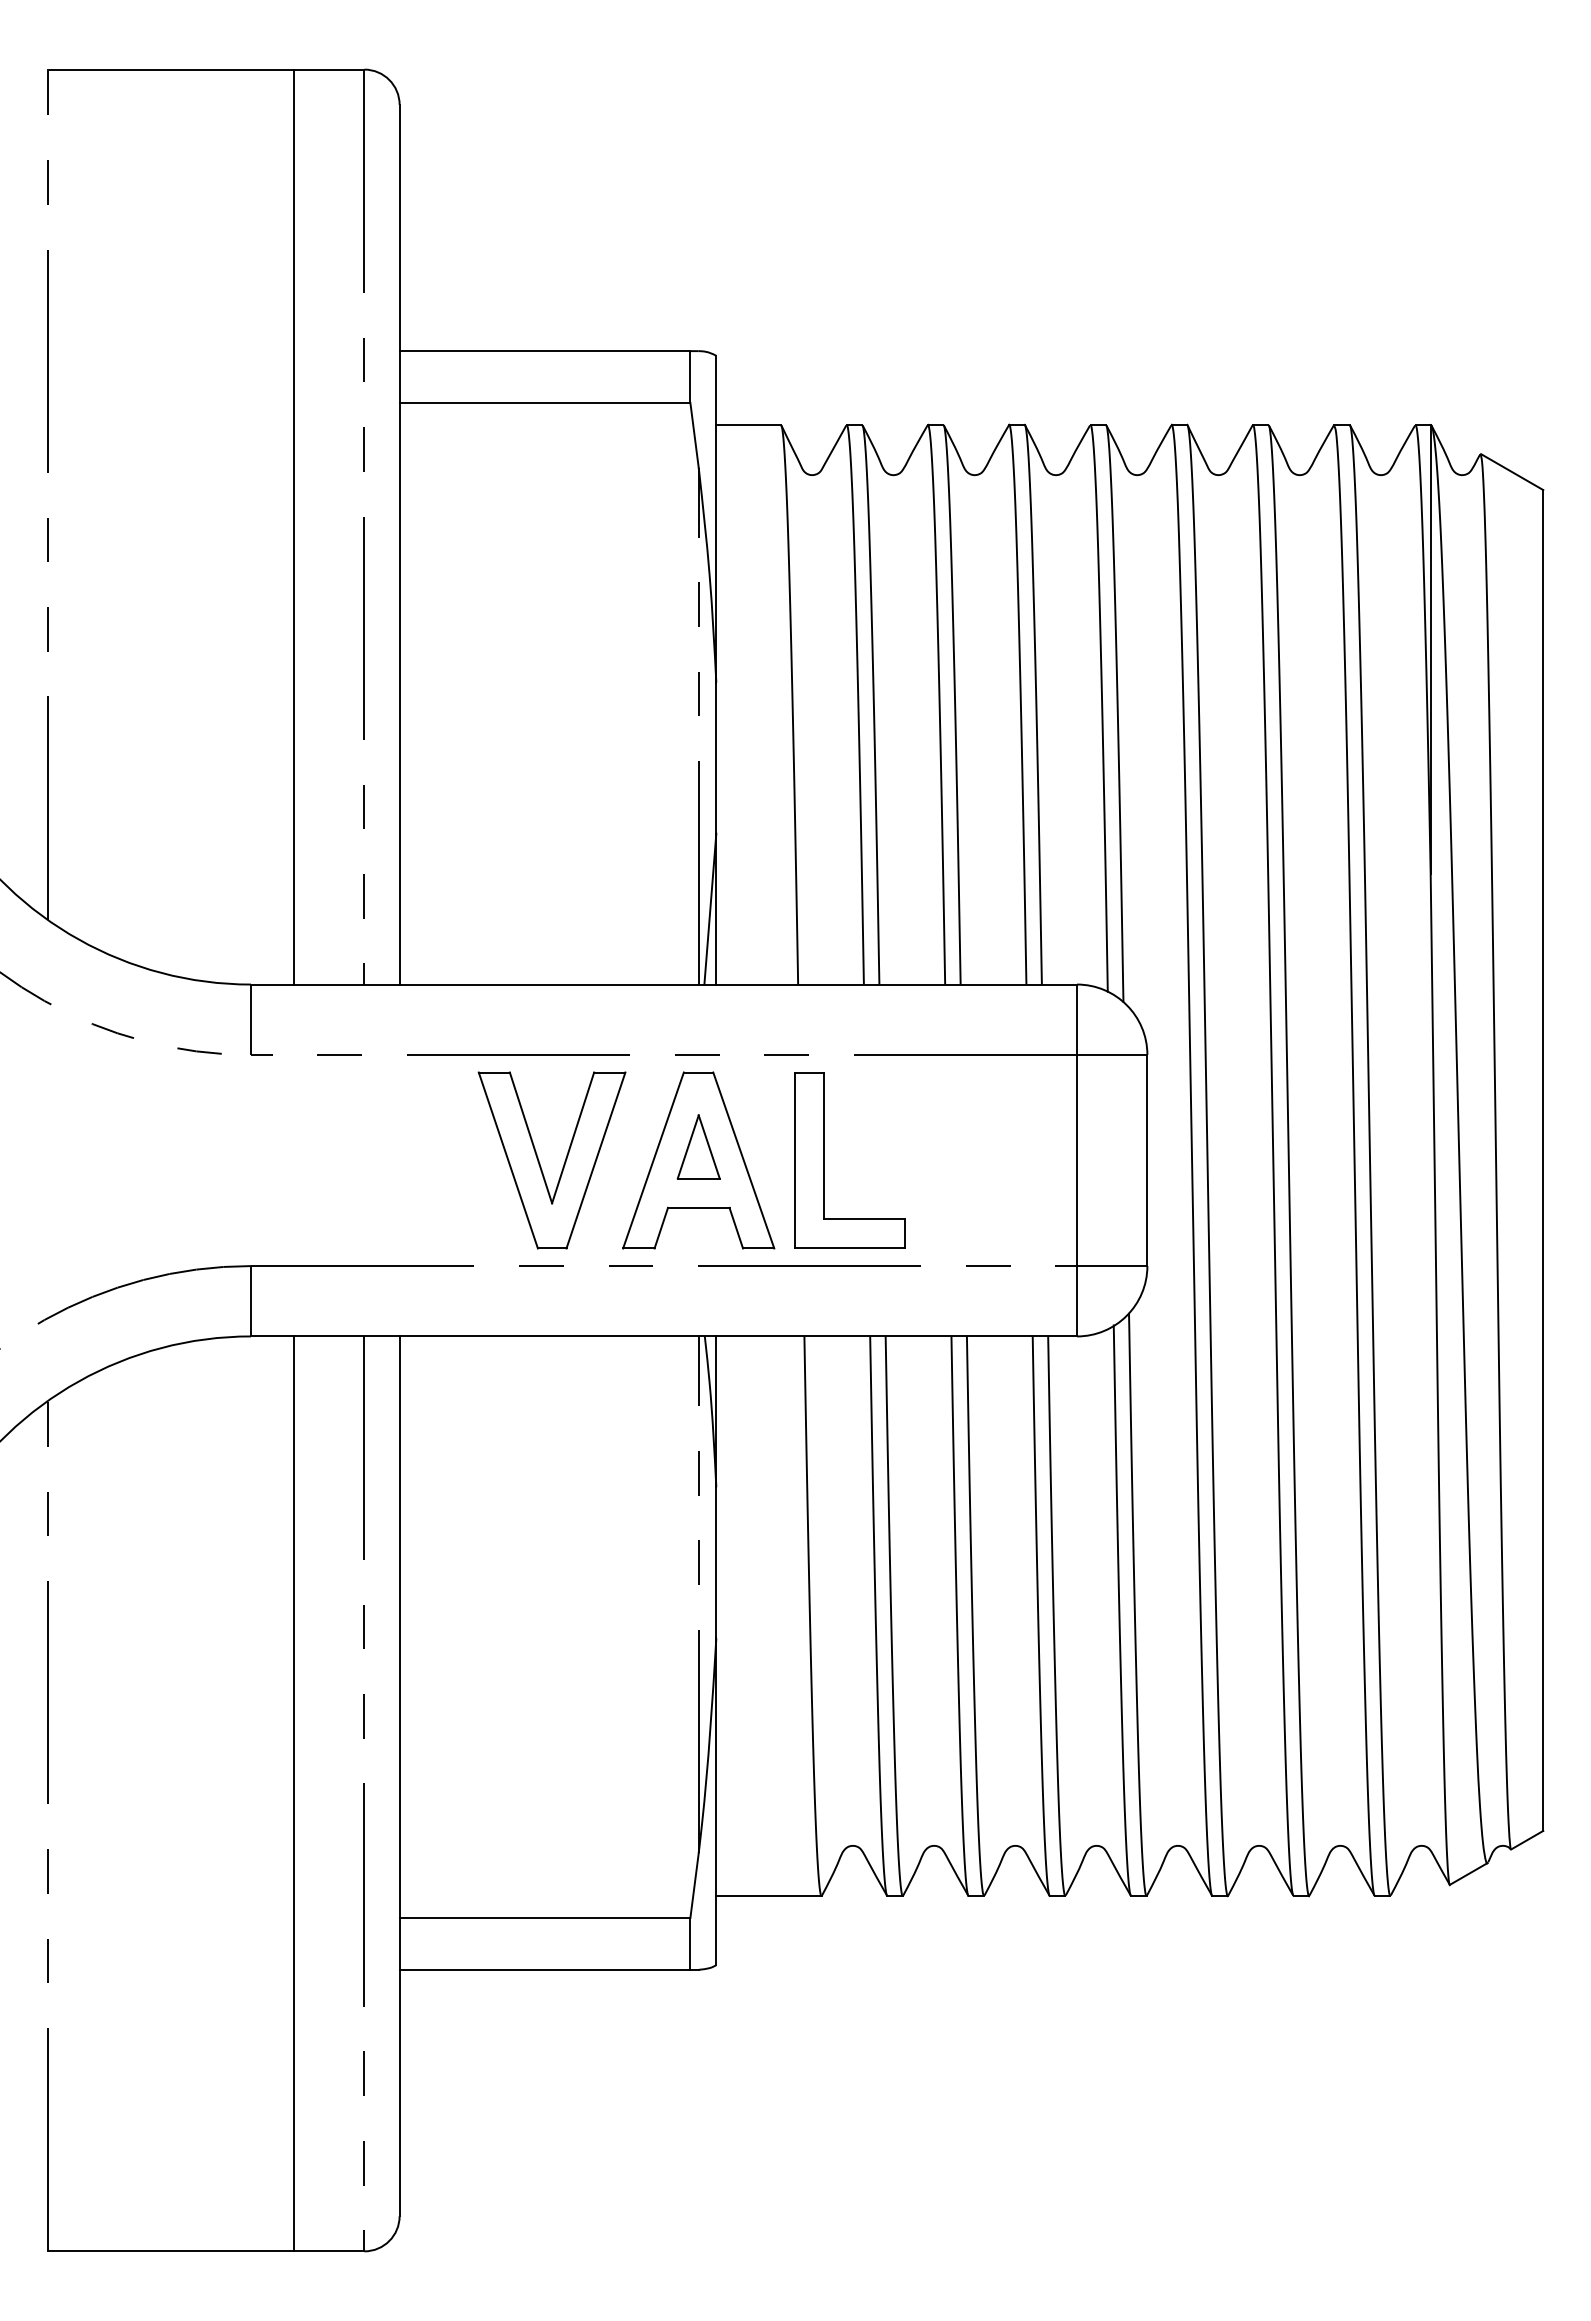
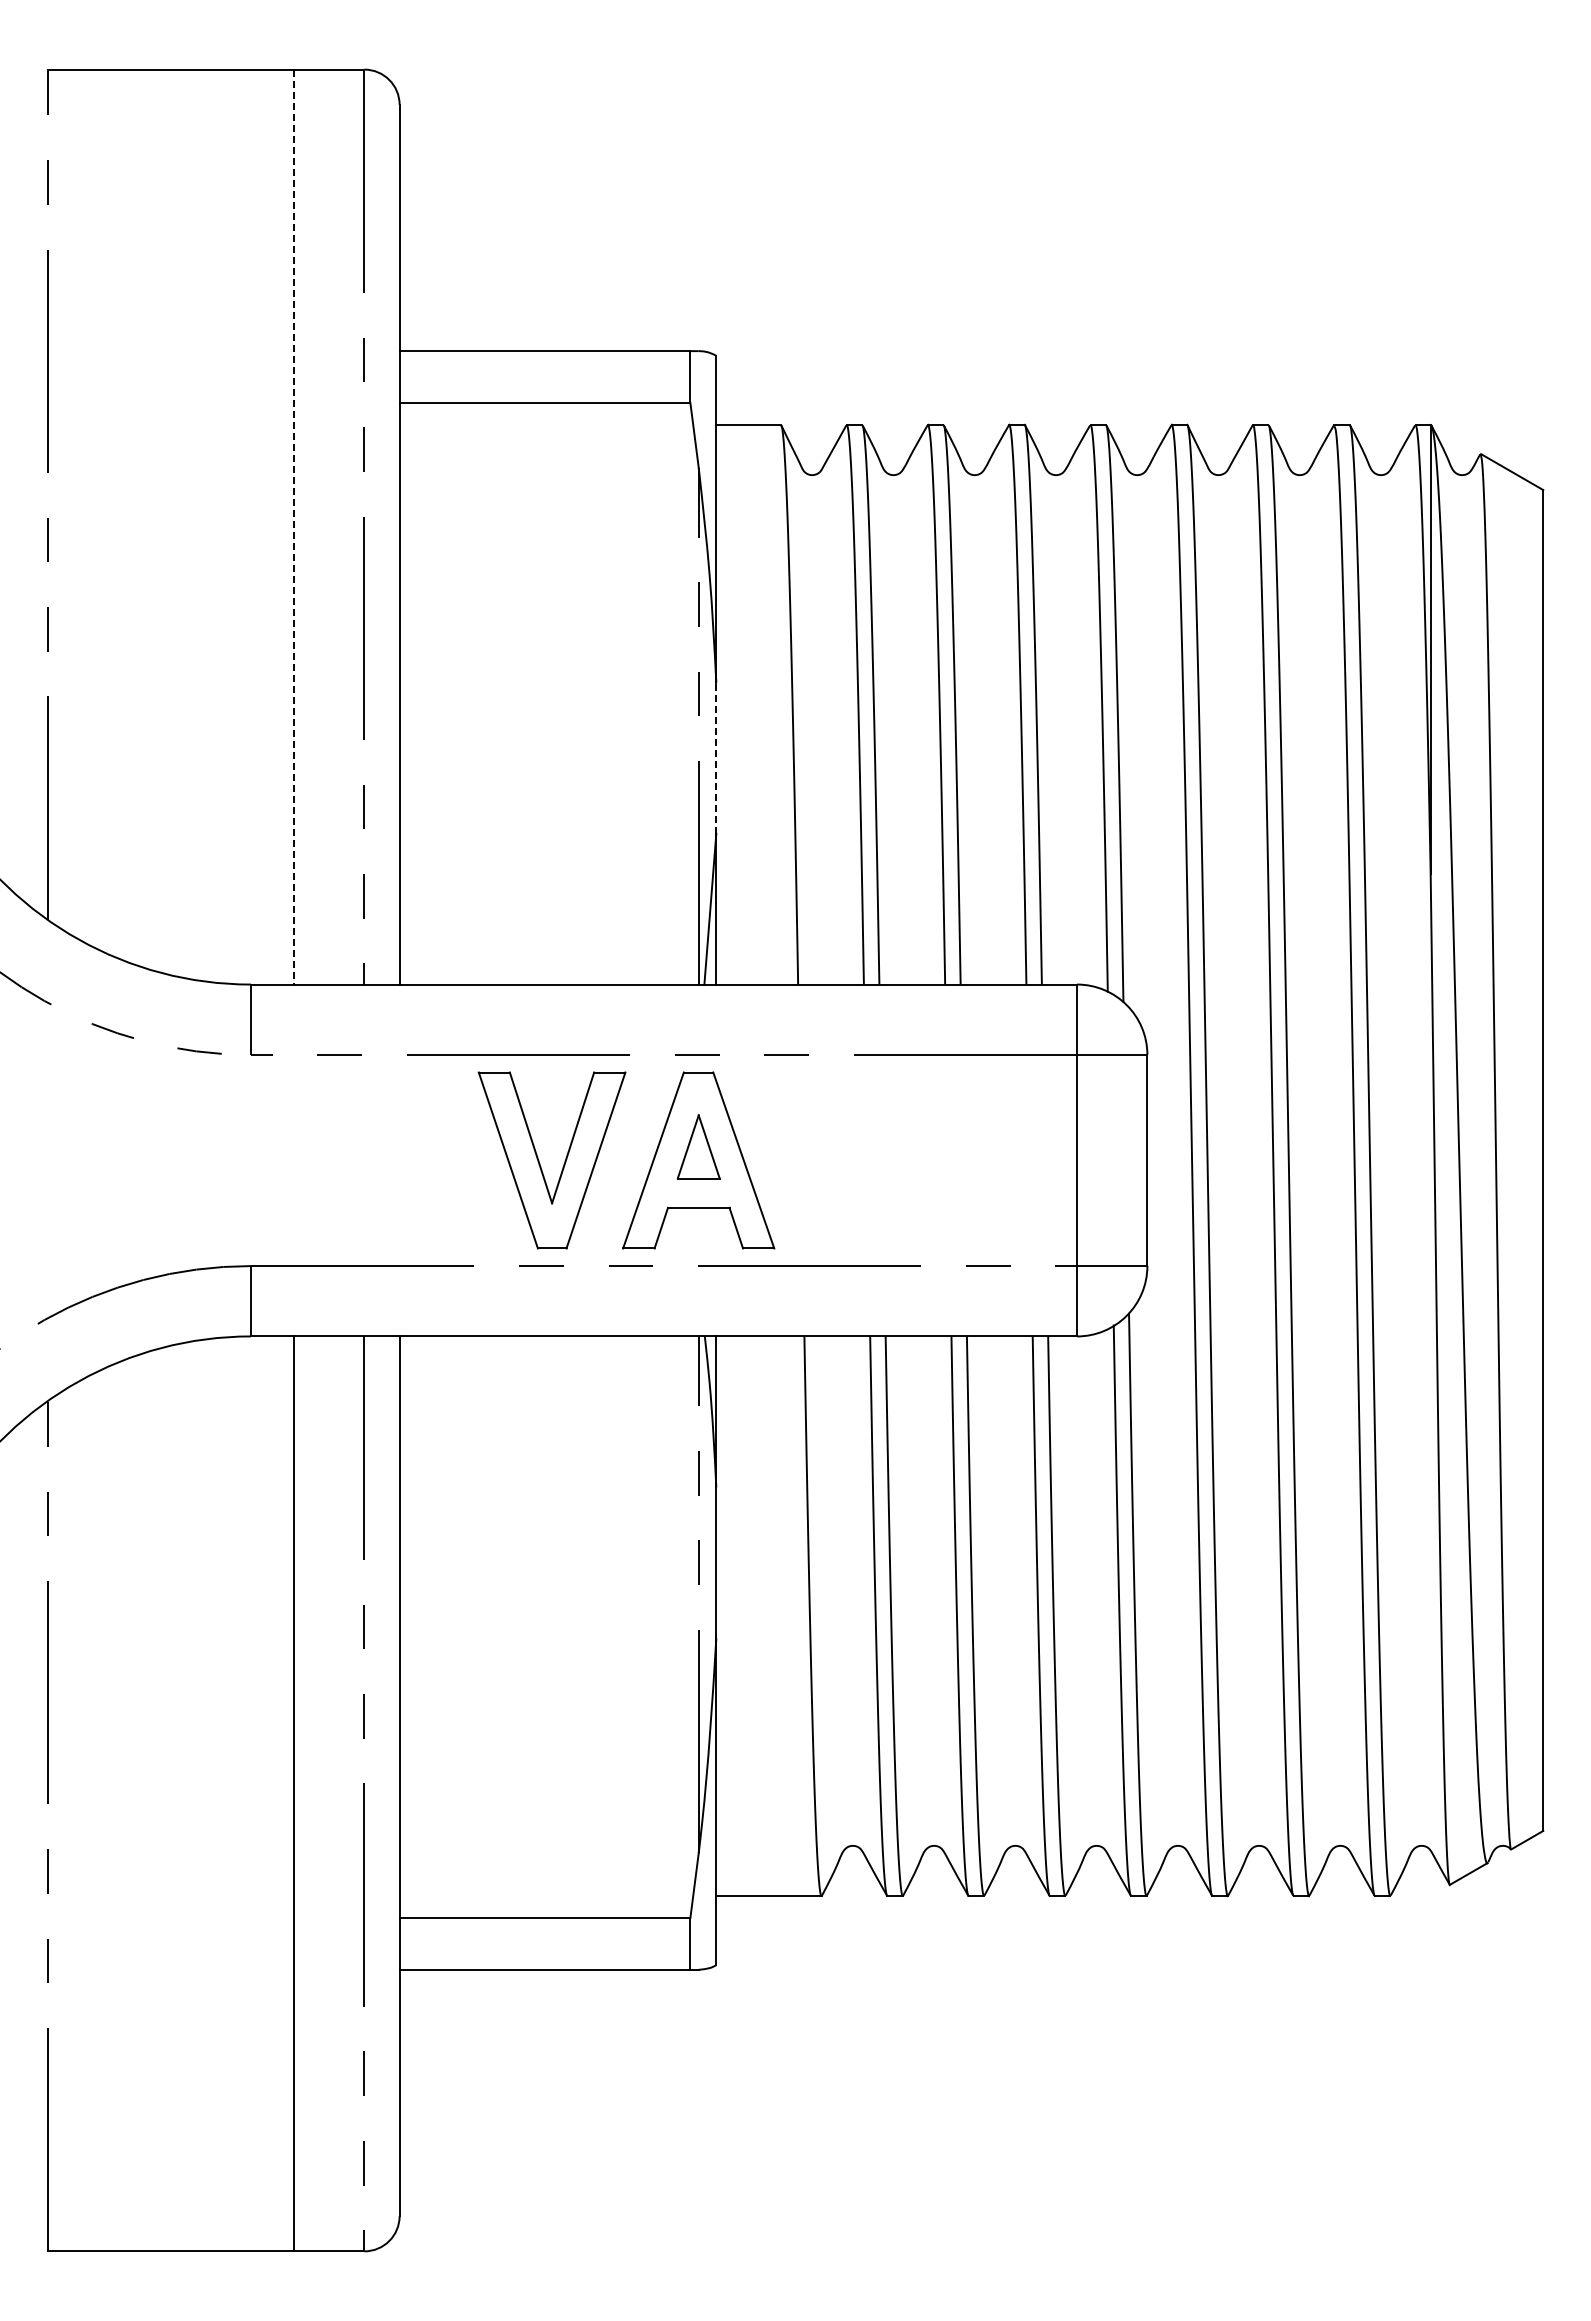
line at (294, 527): solid -> dashed
line at (716, 758): solid -> dashed
part at (824, 1160): present -> none
